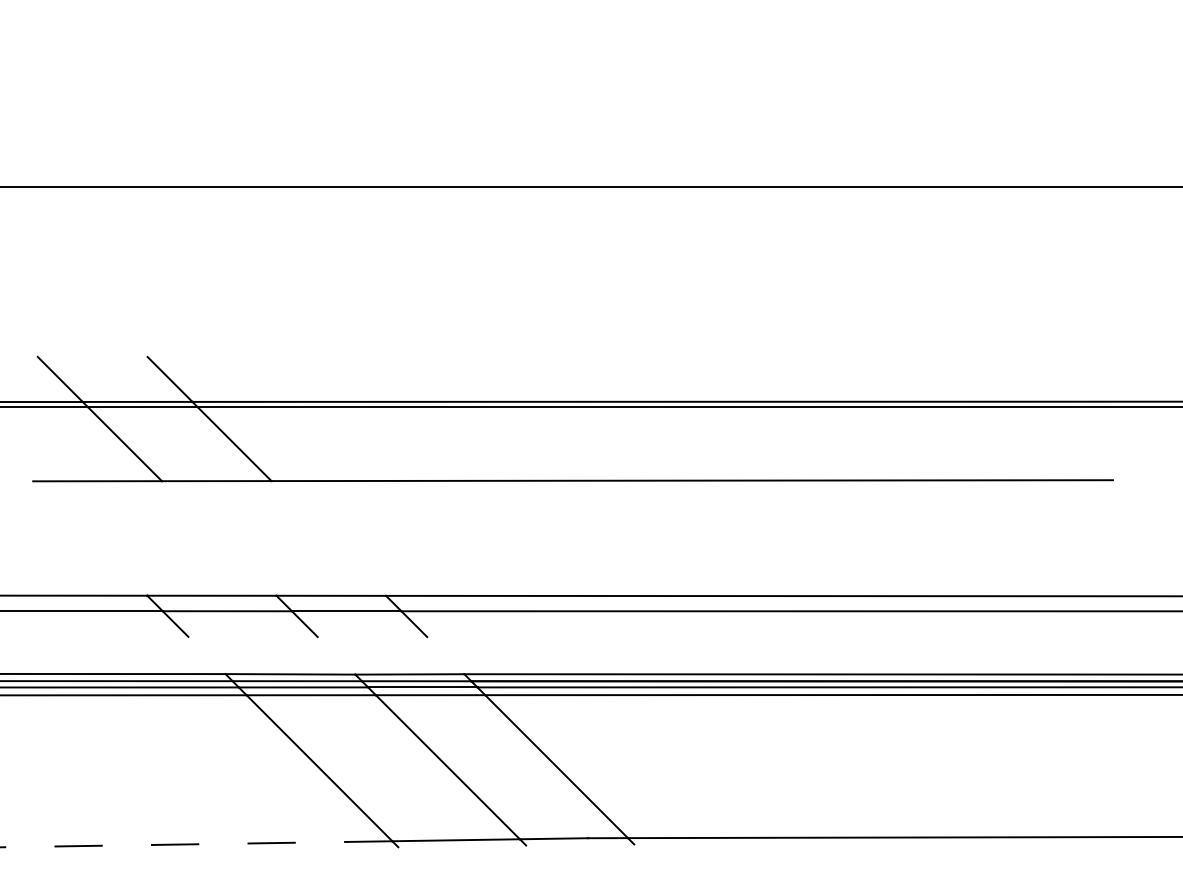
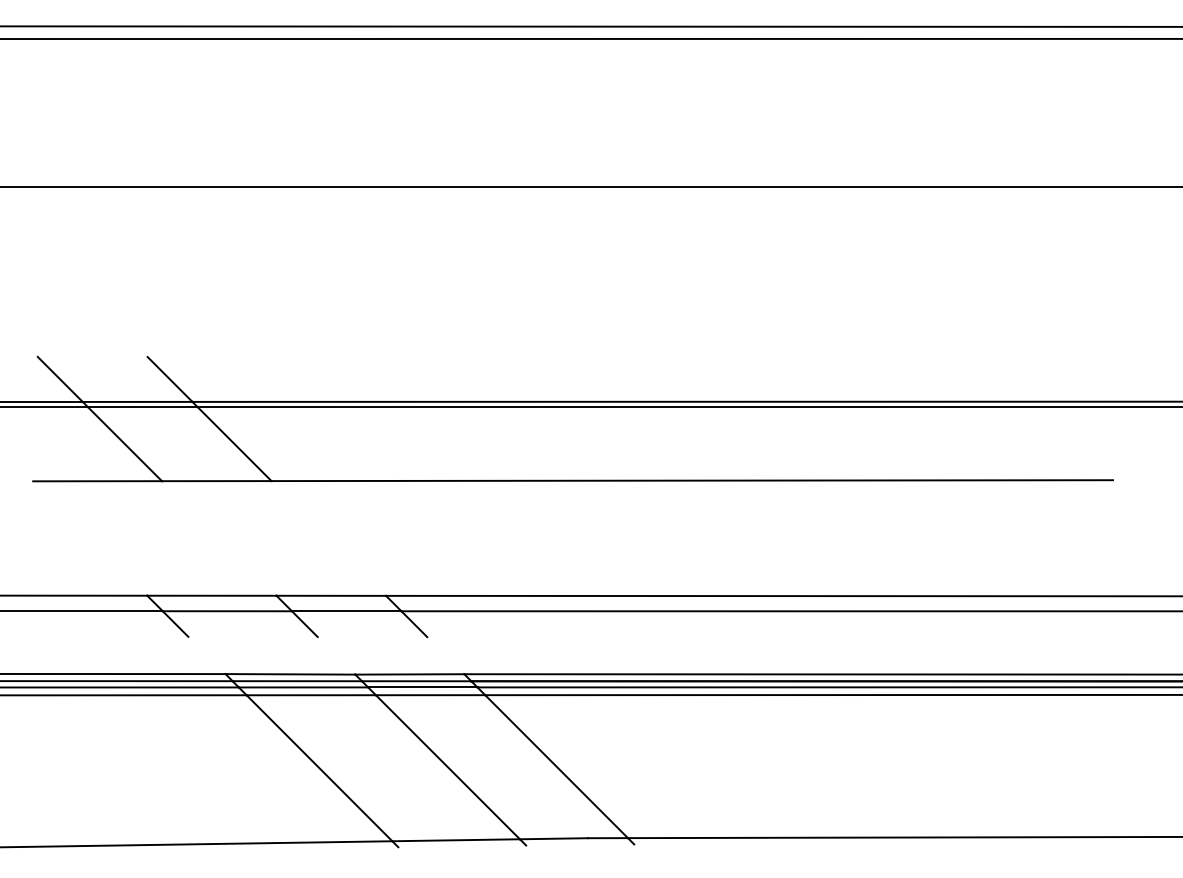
line at (590, 26): none -> present
line at (590, 38): none -> present
line at (196, 844): dashed -> solid
